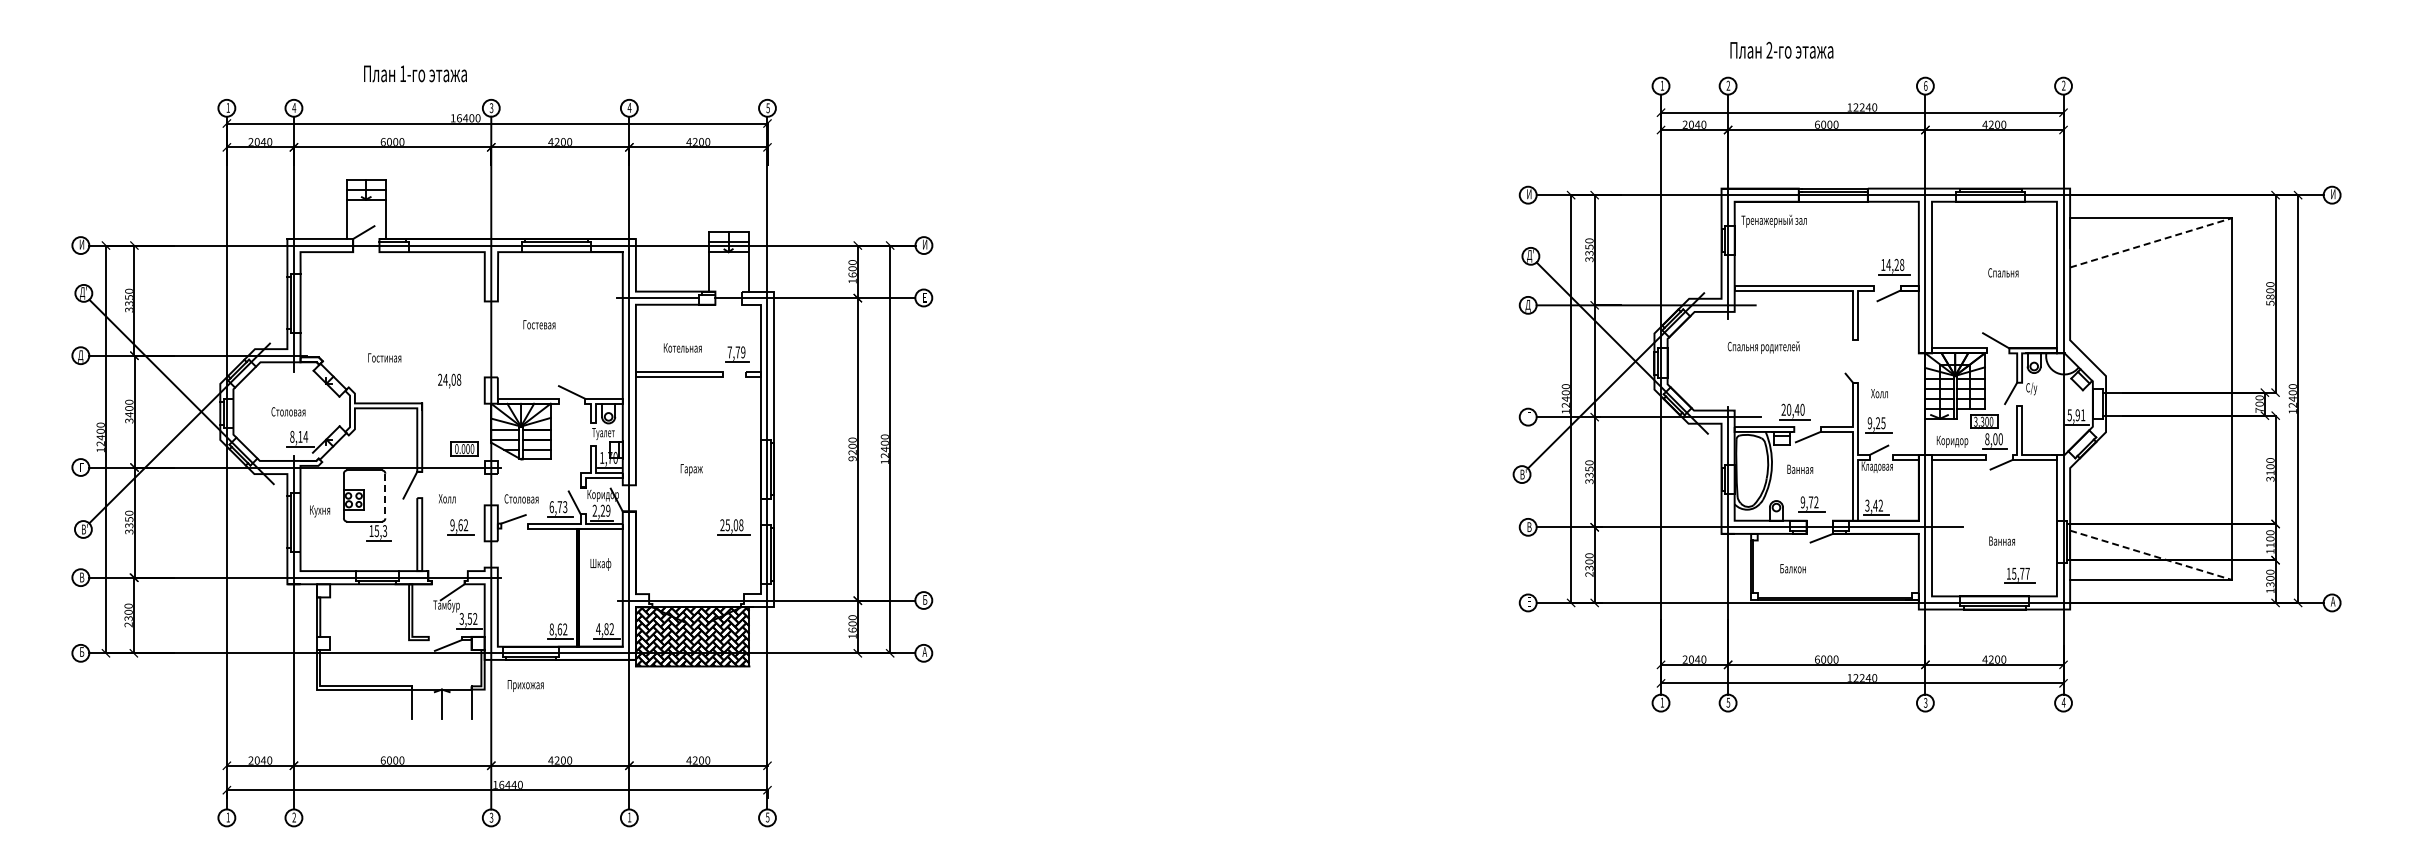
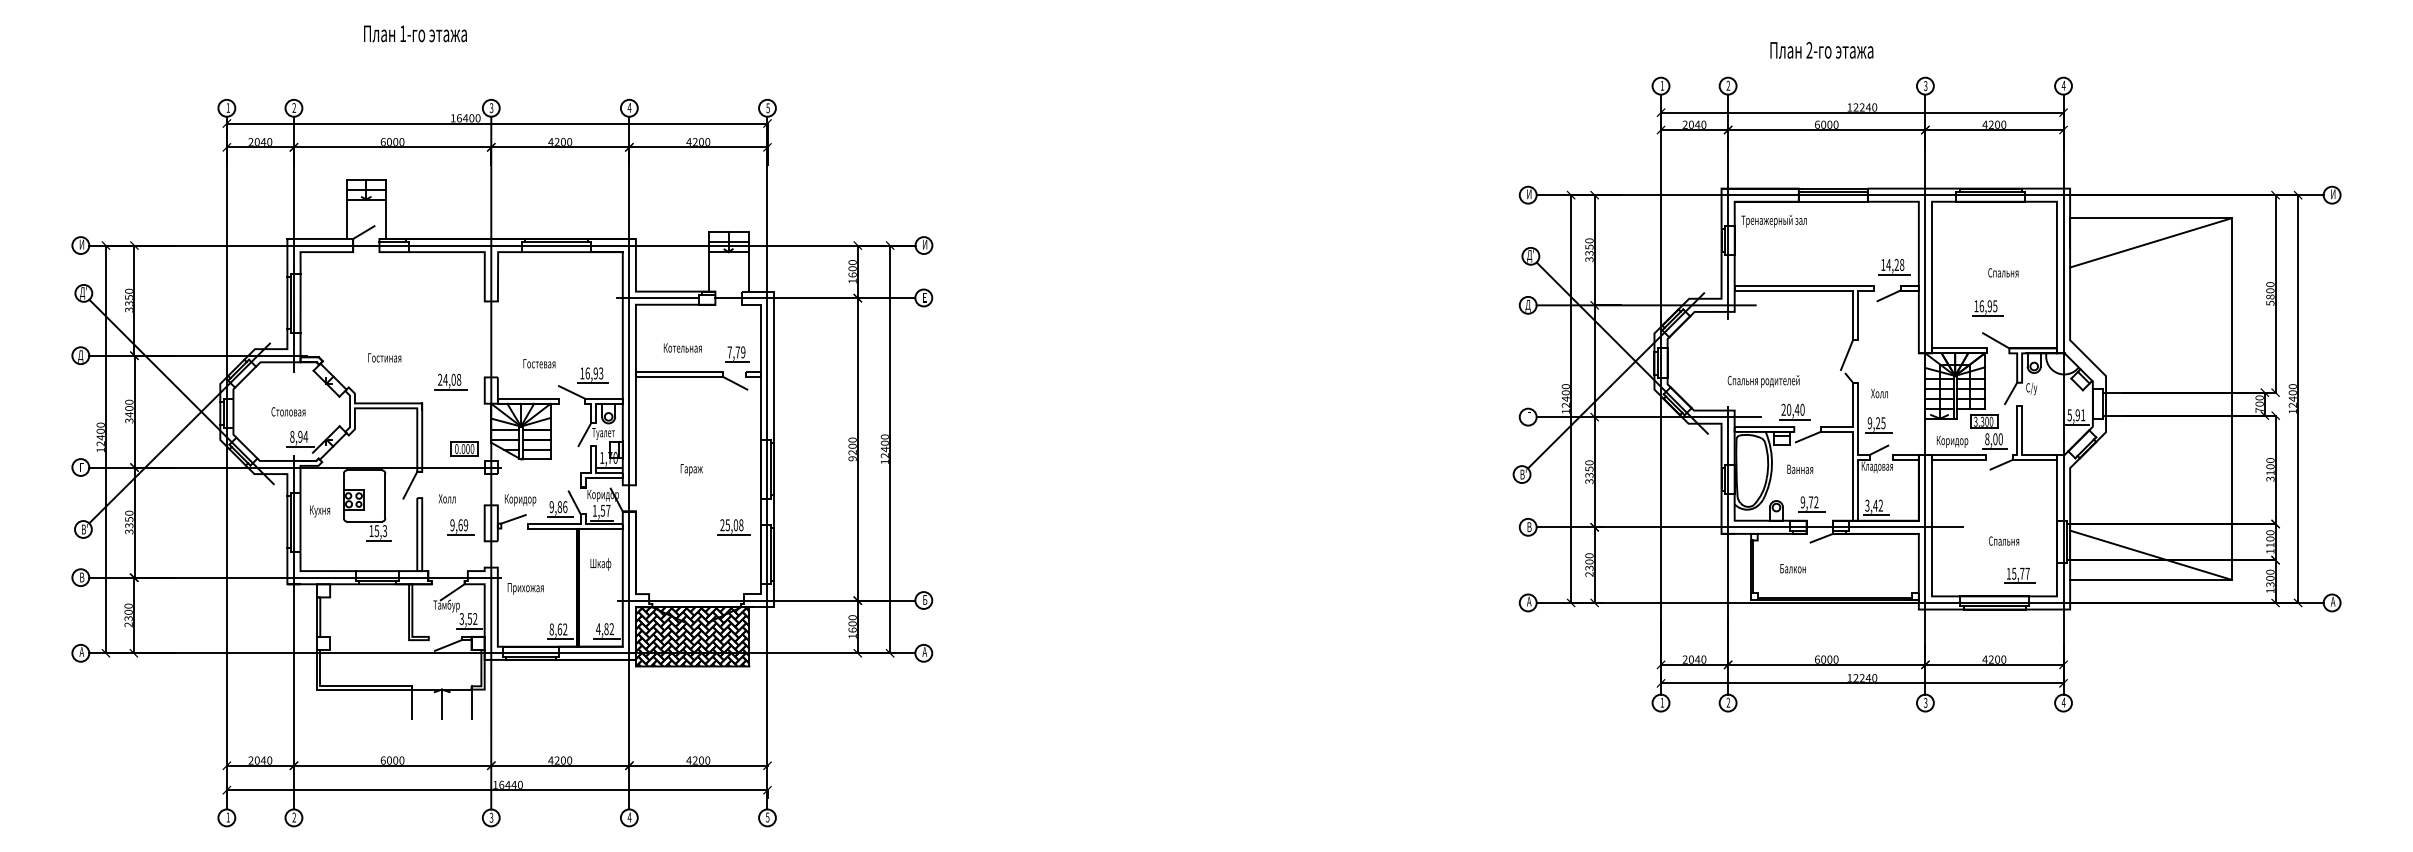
text at (1781, 49) position: (1781, 49) -> (1821, 49)
text at (415, 73) position: (415, 73) -> (415, 33)
text at (1925, 85): 6 -> 3
text at (2063, 85): 2 -> 4
text at (294, 107): 4 -> 2
line at (2151, 242): dashed -> solid
part at (1987, 308): none -> present
text at (539, 324) position: (539, 324) -> (539, 363)
text at (1763, 347) position: (1763, 347) -> (1763, 381)
line at (1846, 355): none -> present
part at (592, 375): none -> present
line at (735, 383): none -> present
line at (450, 389): none -> present
line at (584, 434): none -> present
text at (300, 436): 8,14 -> 8,94
line at (385, 496): dashed -> solid
text at (521, 500): Столовая -> Коридор
text at (558, 507): 6,73 -> 9,86
text at (601, 510): 2,29 -> 1,57
text at (465, 525): 9,62 -> 9,69
text at (2004, 540): Ванная -> Спальня
line at (2151, 555): dashed -> solid
text at (1529, 601): Е -> А
text at (81, 651): Б -> А
text at (525, 685) position: (525, 685) -> (525, 588)
text at (1728, 702): 5 -> 2
text at (629, 817): 1 -> 4
